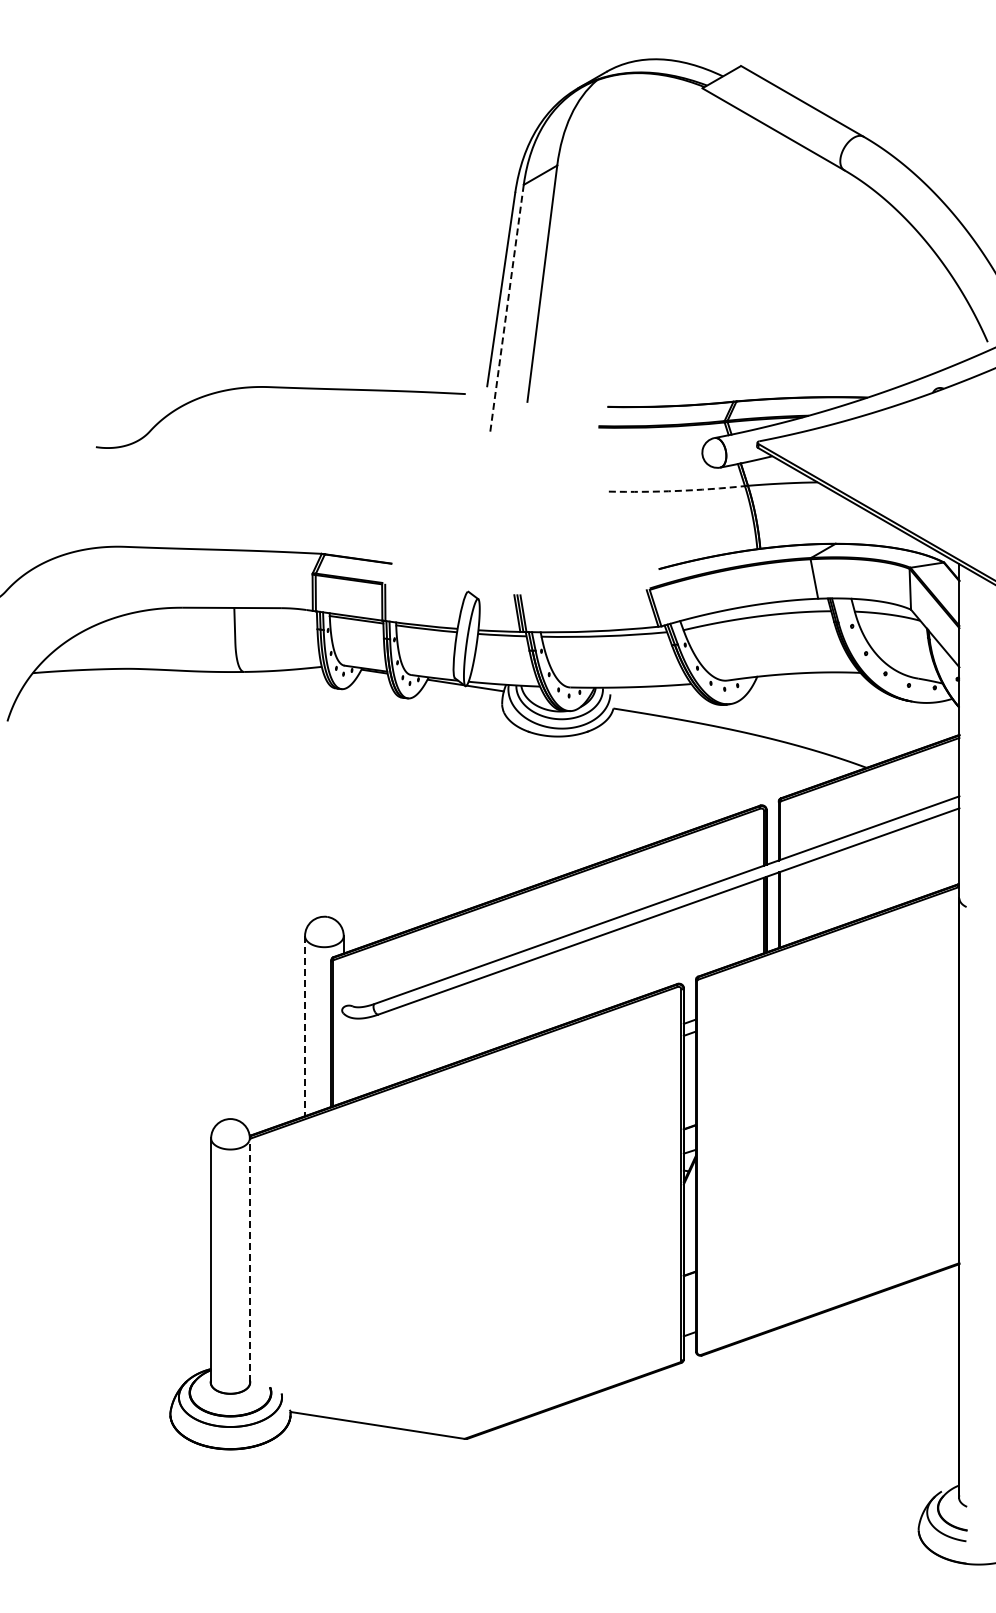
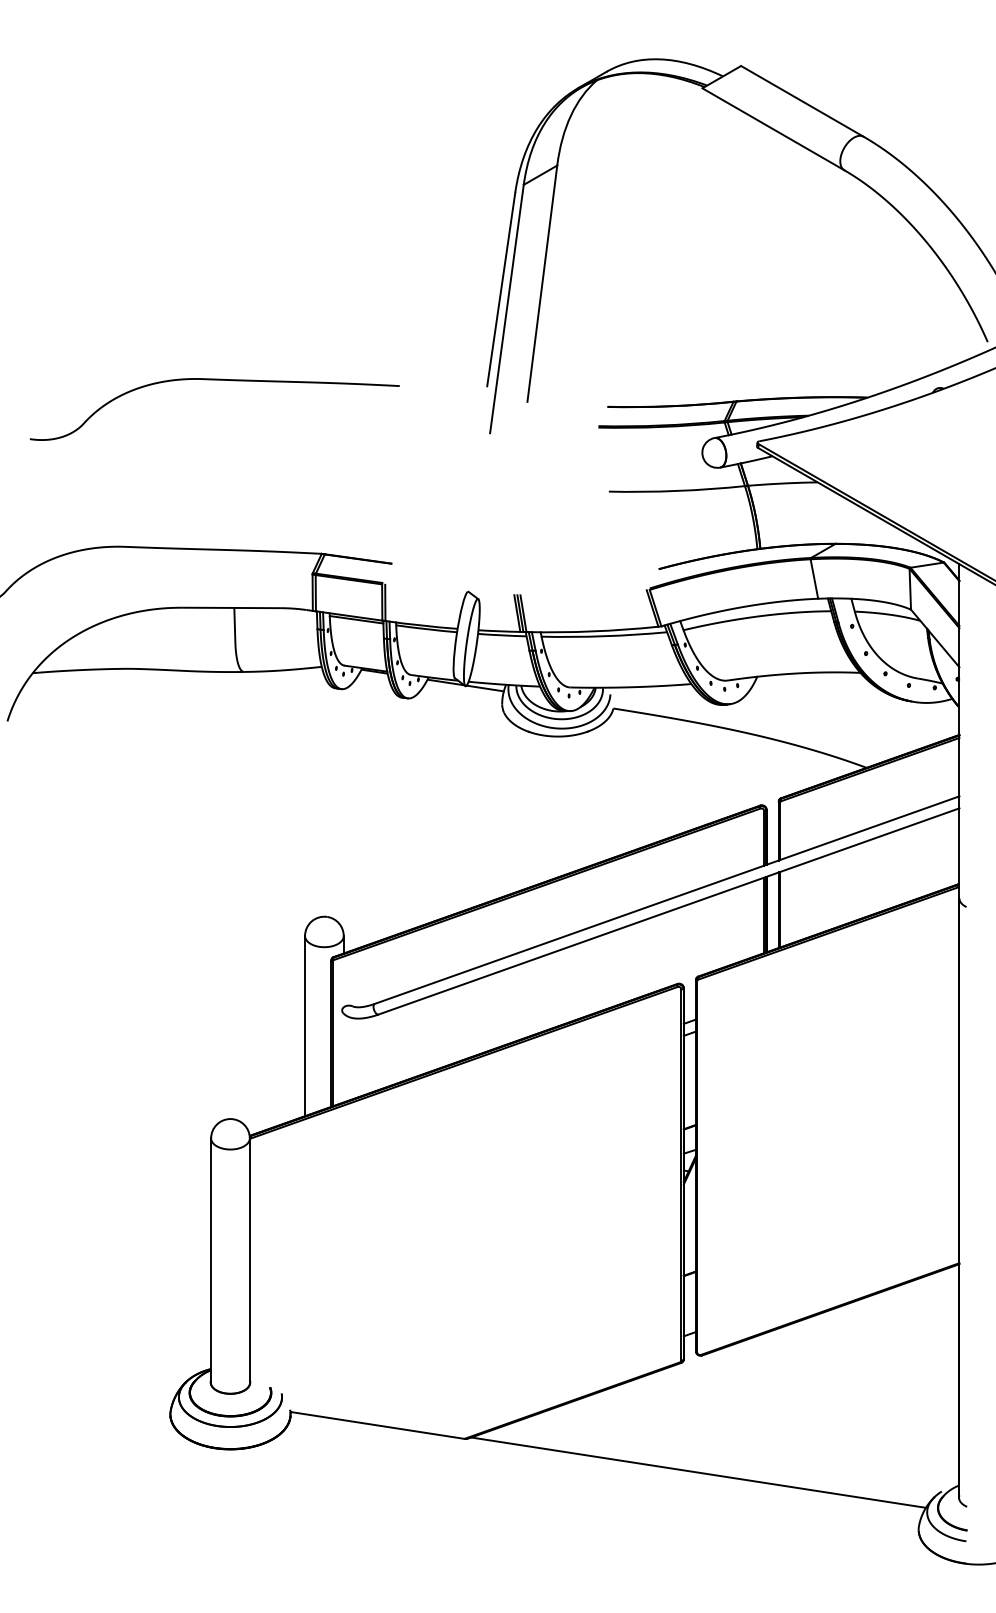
line at (506, 309): dashed -> solid
curve at (280, 388) position: (280, 388) -> (214, 380)
arc at (677, 490): dashed -> solid
line at (305, 1026): dashed -> solid
line at (249, 1259): dashed -> solid
line at (698, 1472): none -> present
